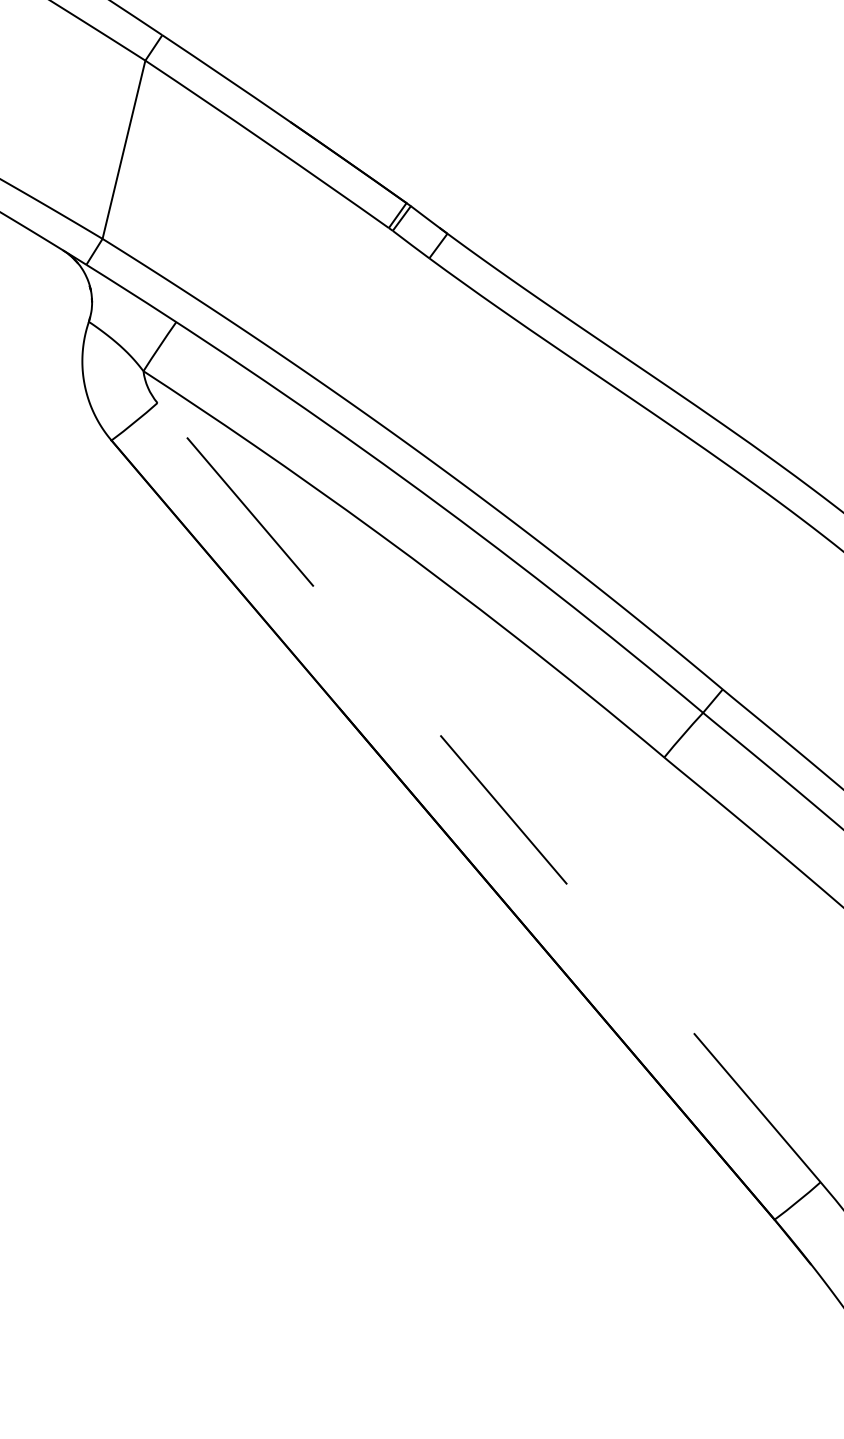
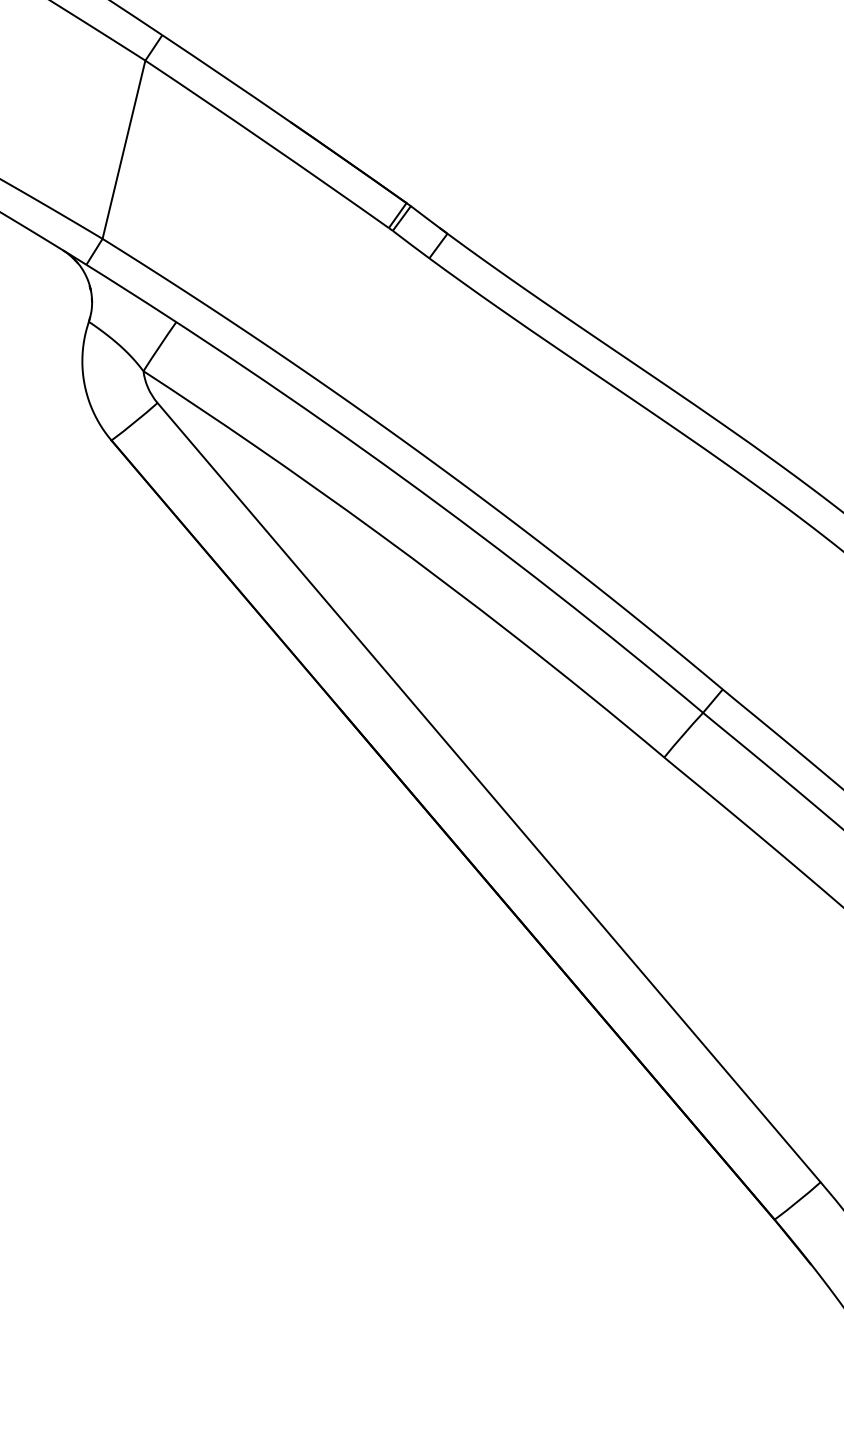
line at (489, 792): dashed -> solid
